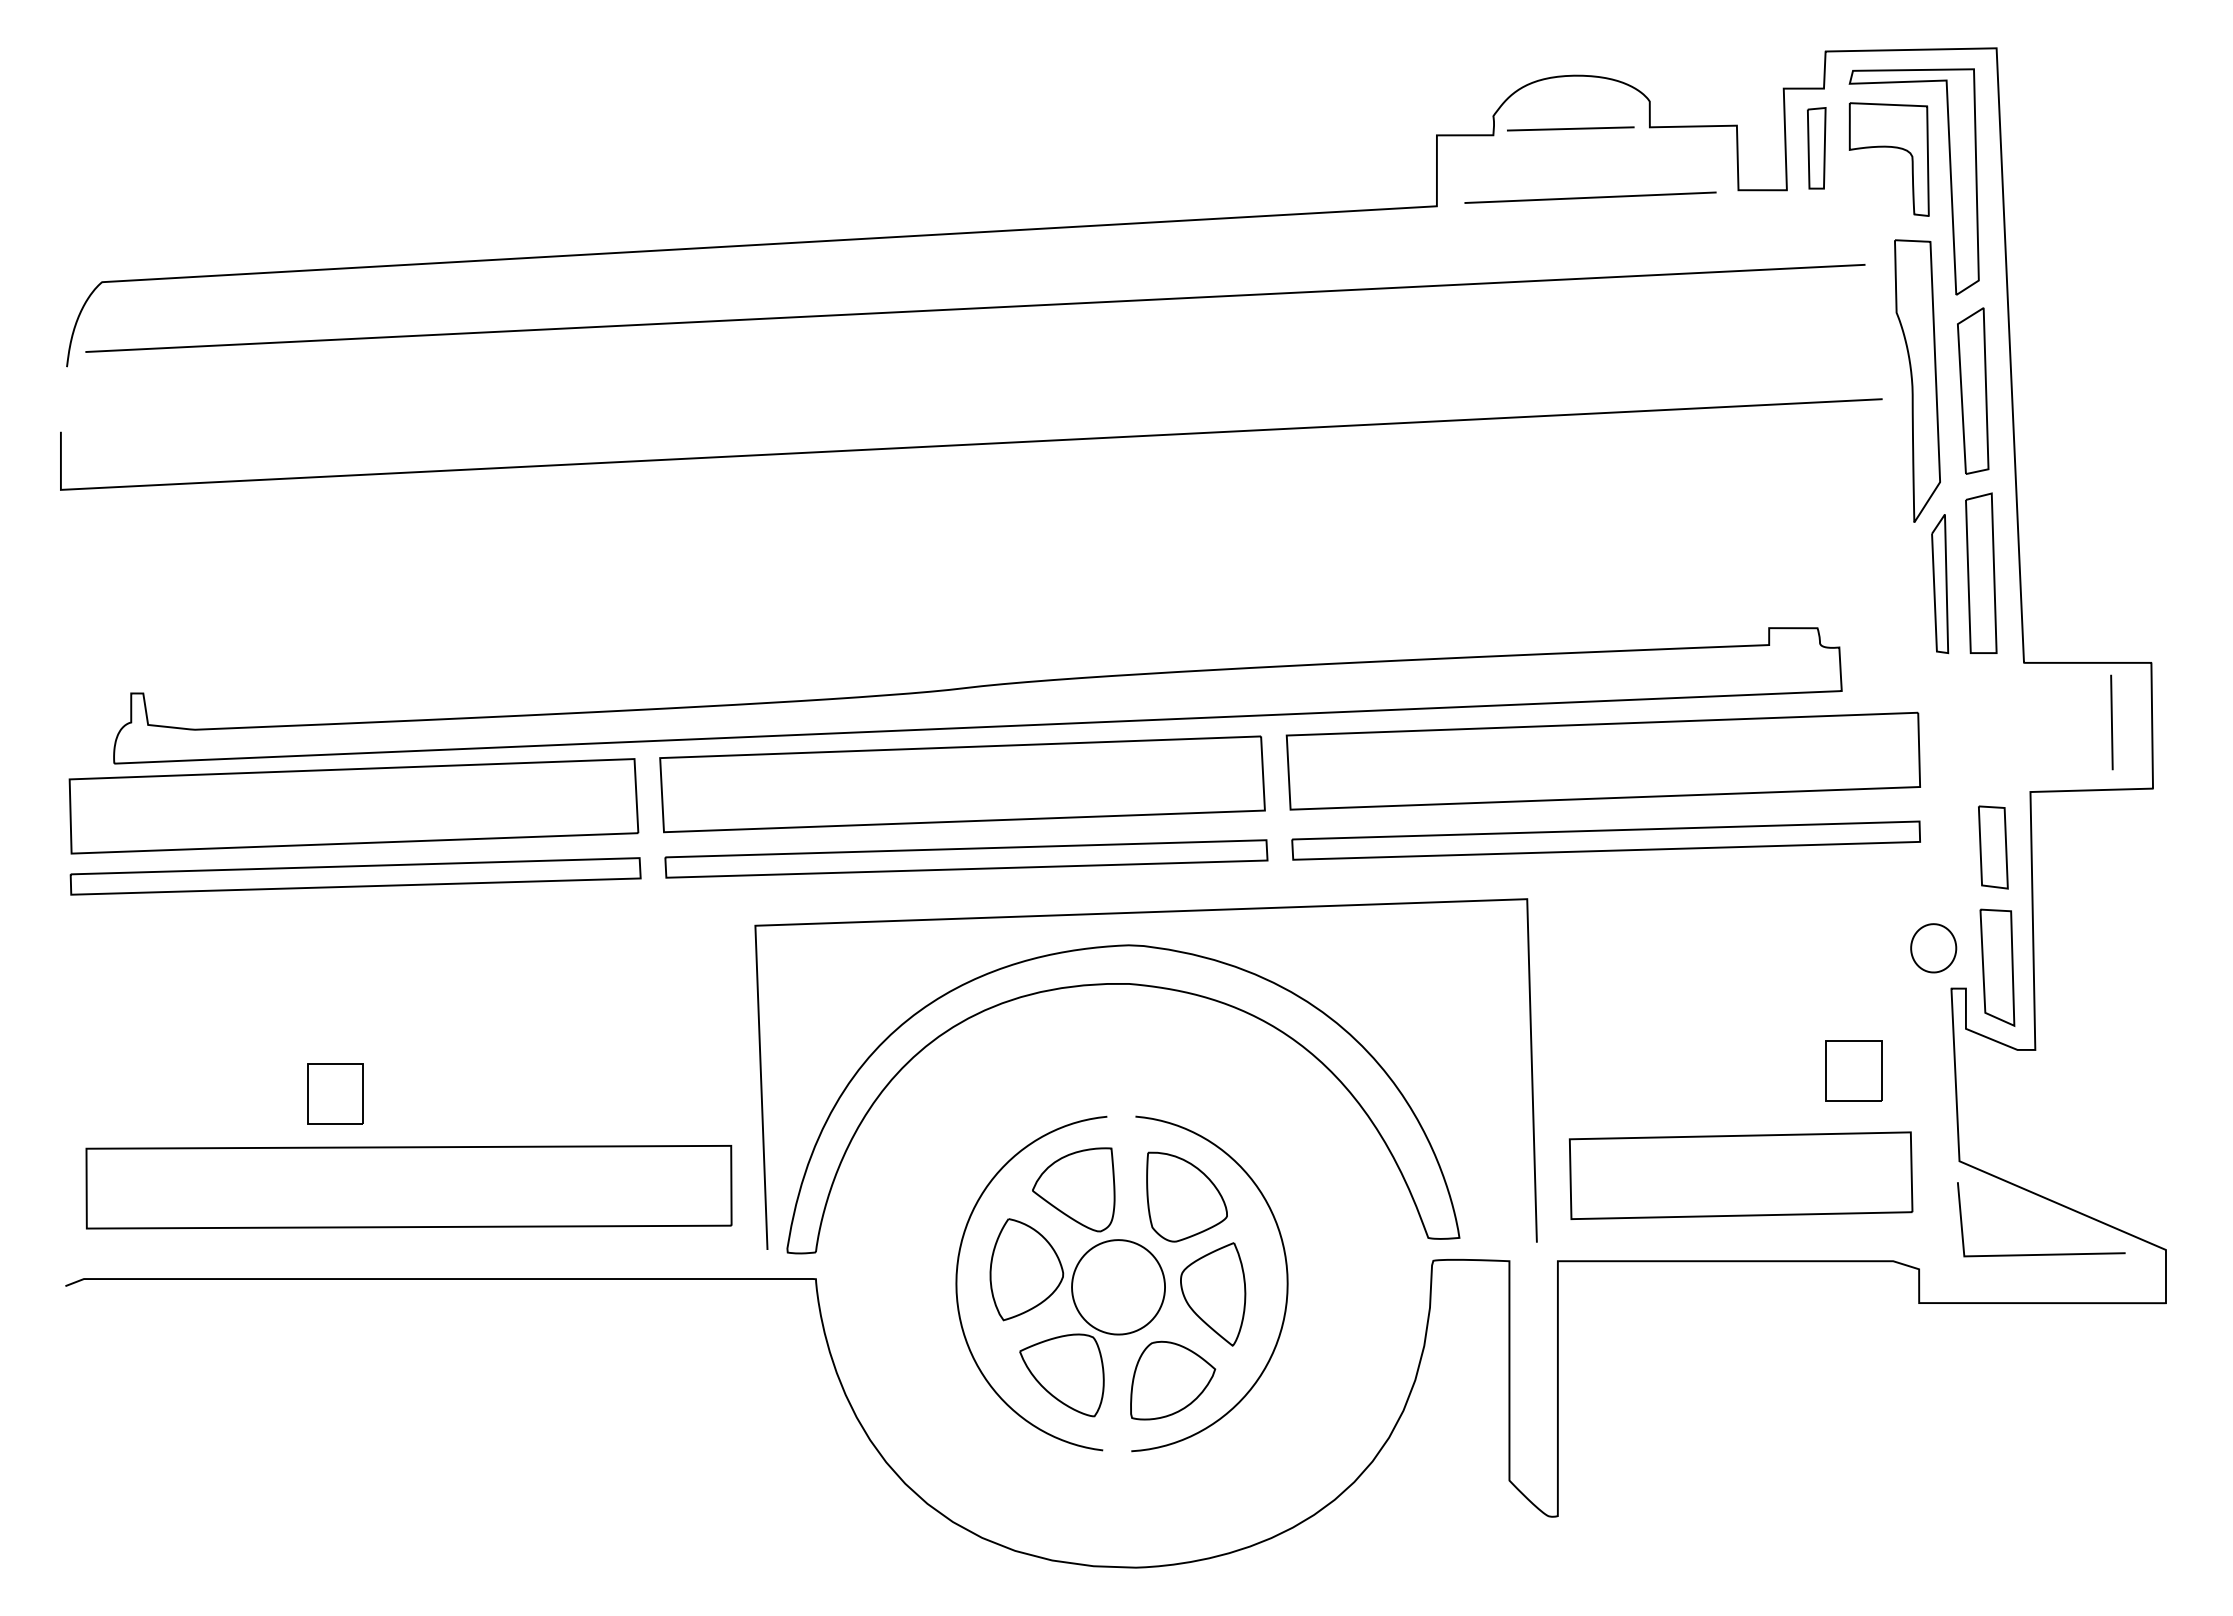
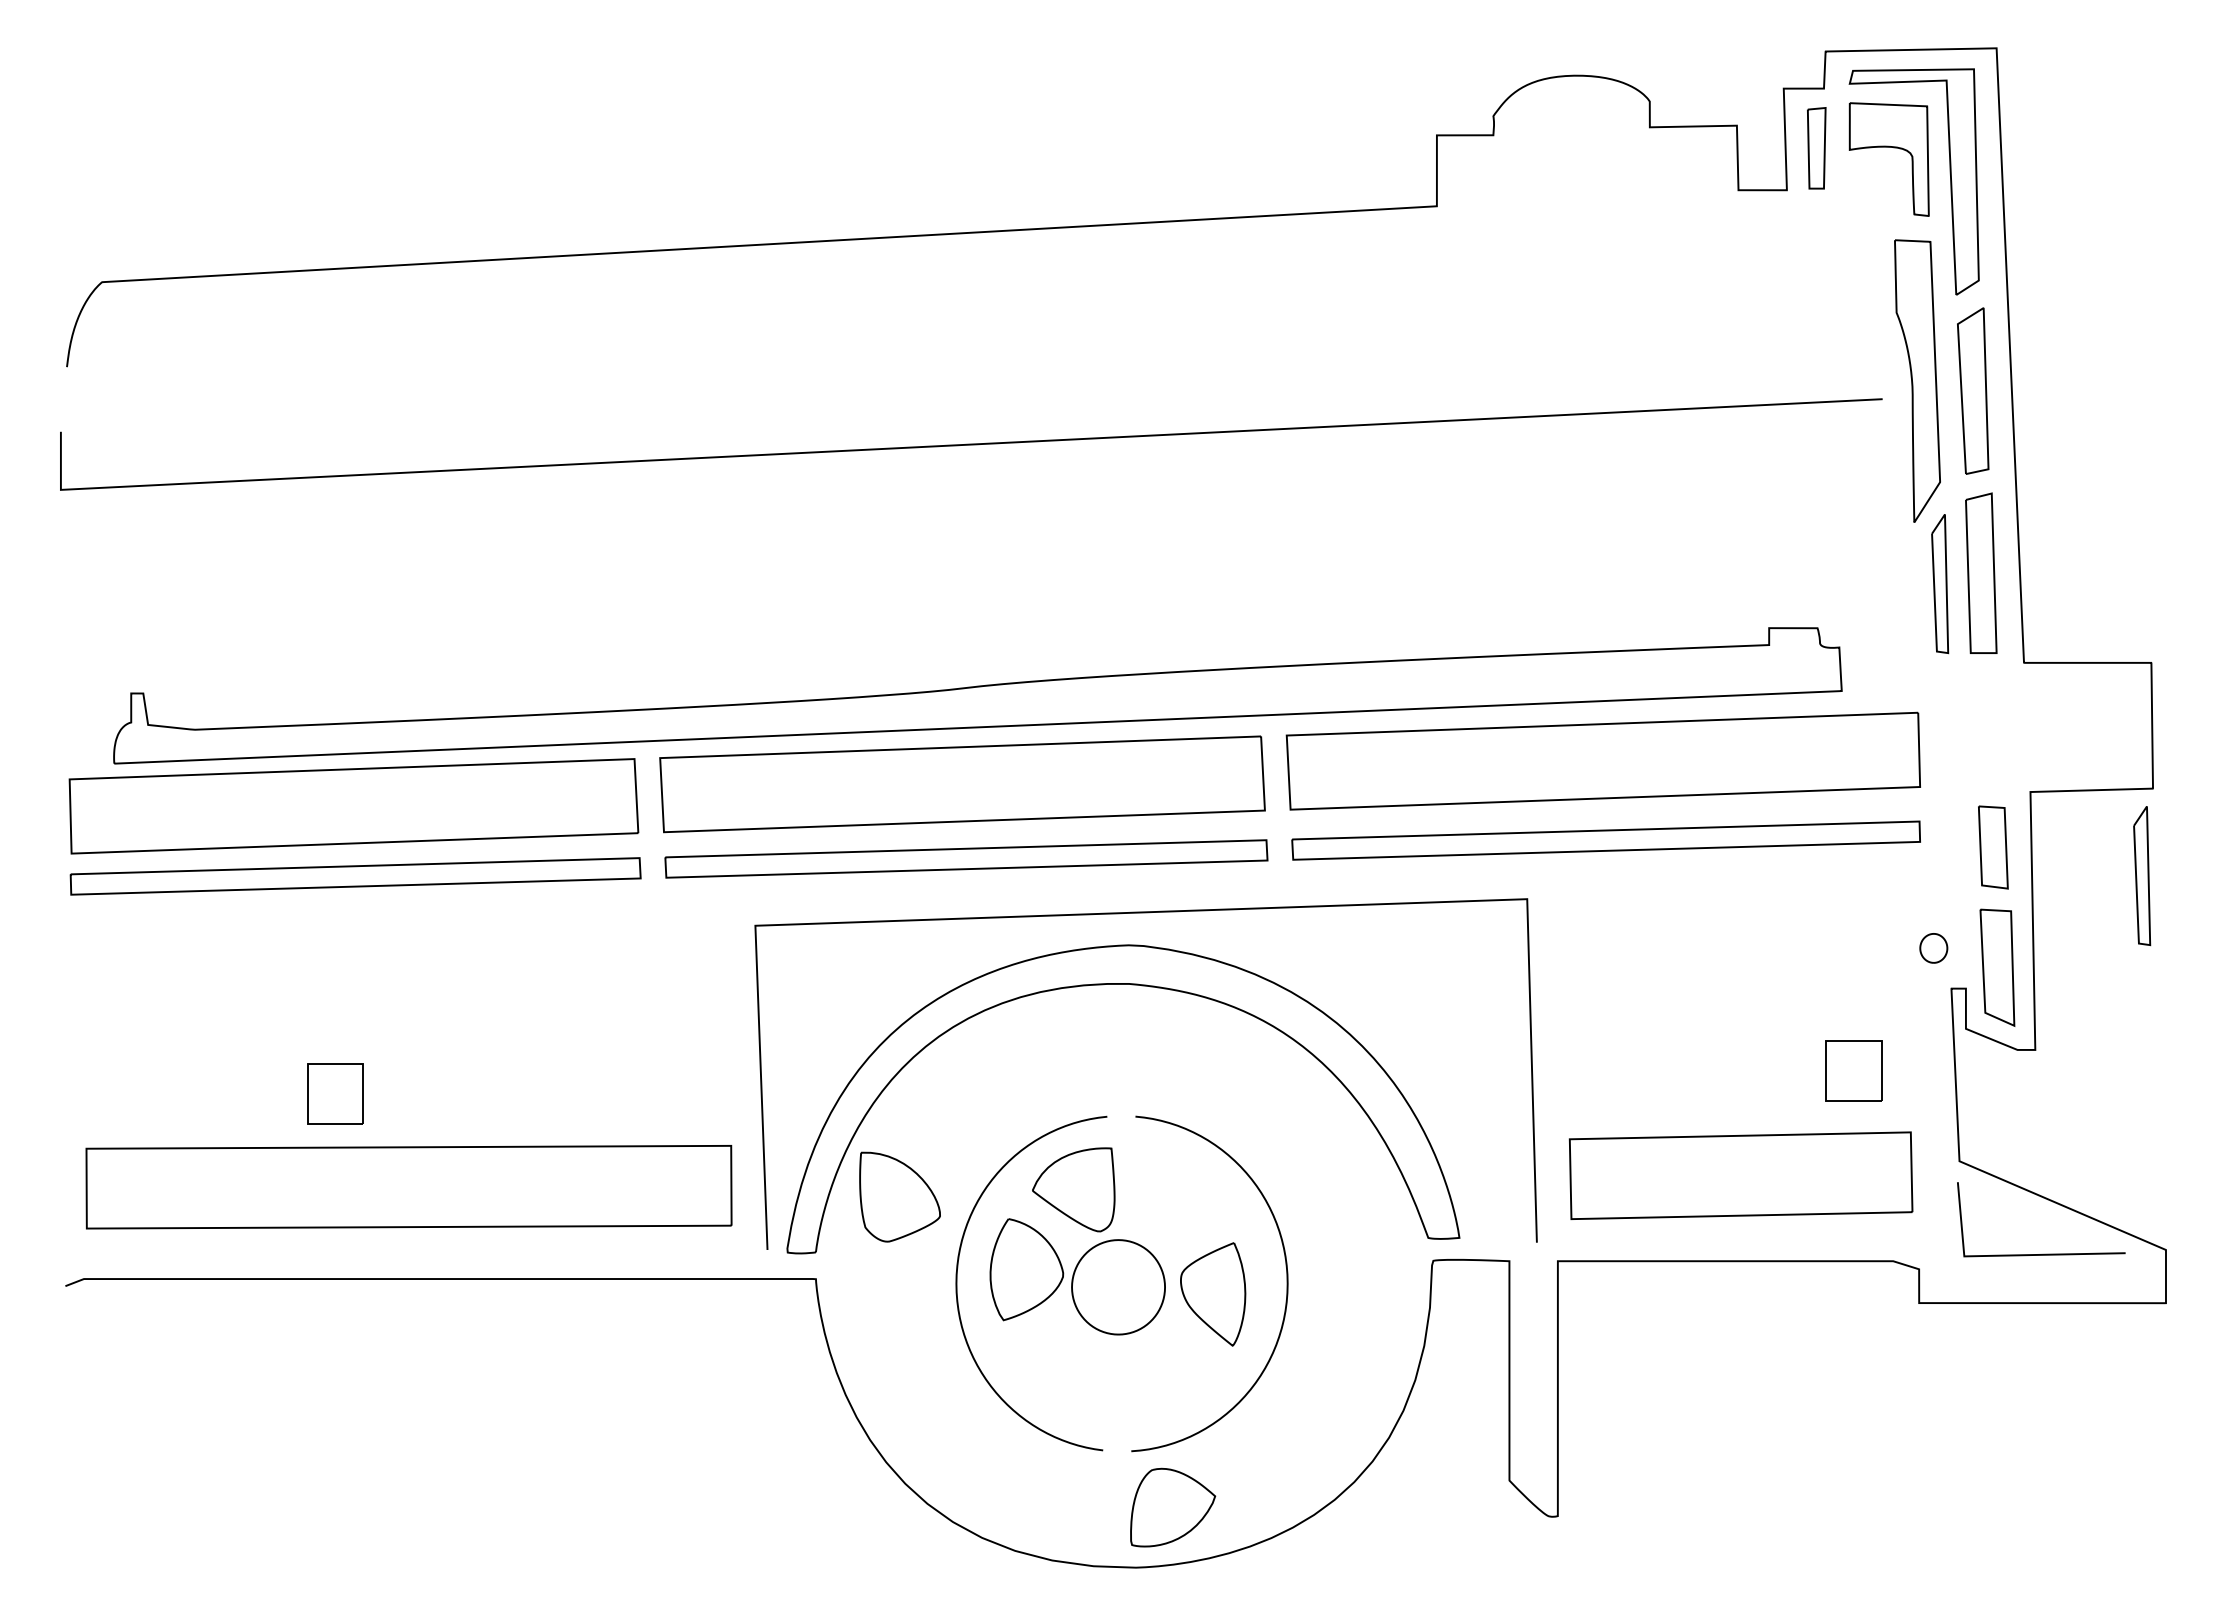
line at (1570, 128): present -> none
line at (1590, 197): present -> none
line at (975, 307): present -> none
line at (2111, 722): present -> none
part at (2142, 876): none -> present
part at (1933, 948) size: 48x51 px -> 30x31 px
part at (1186, 1196) position: (1186, 1196) -> (899, 1196)
part at (1061, 1375): present -> none
part at (1173, 1380) position: (1173, 1380) -> (1173, 1507)
